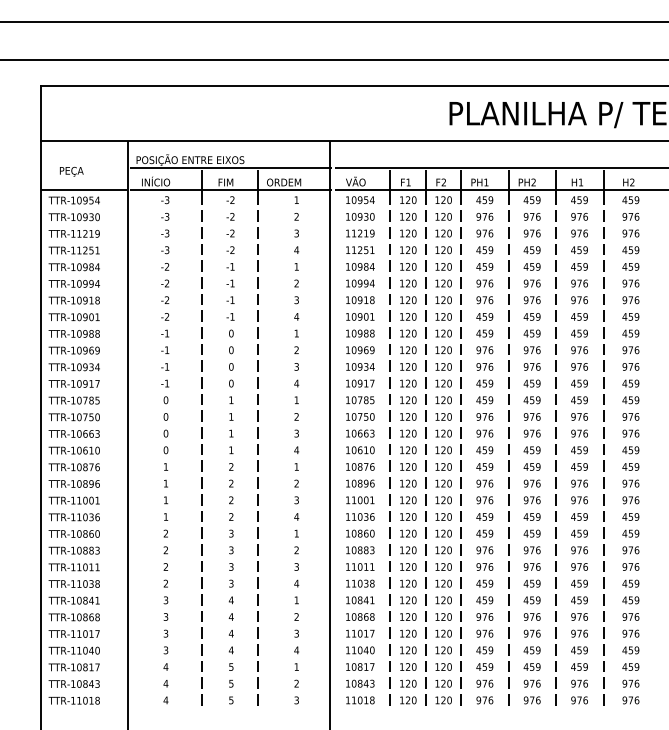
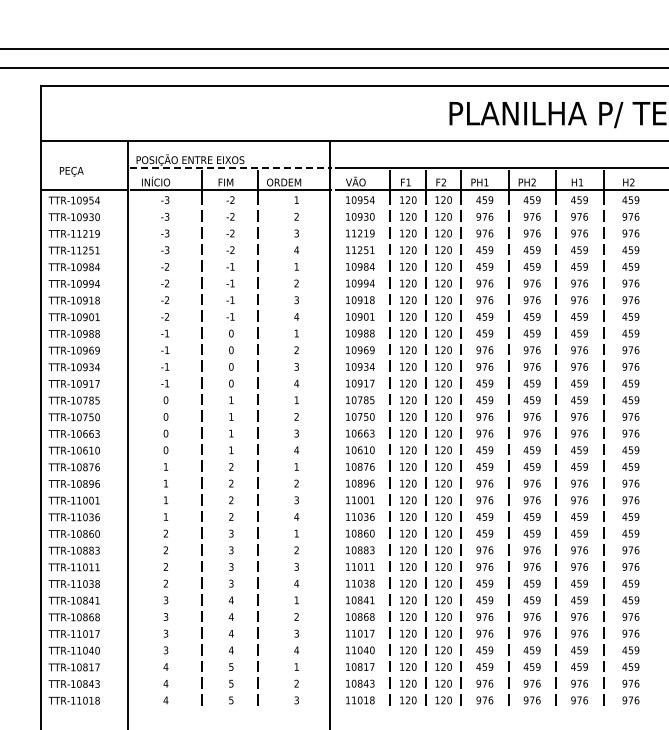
line at (333, 21) position: (333, 21) -> (333, 48)
line at (333, 59) position: (333, 59) -> (333, 67)
line at (231, 168): solid -> dashed
